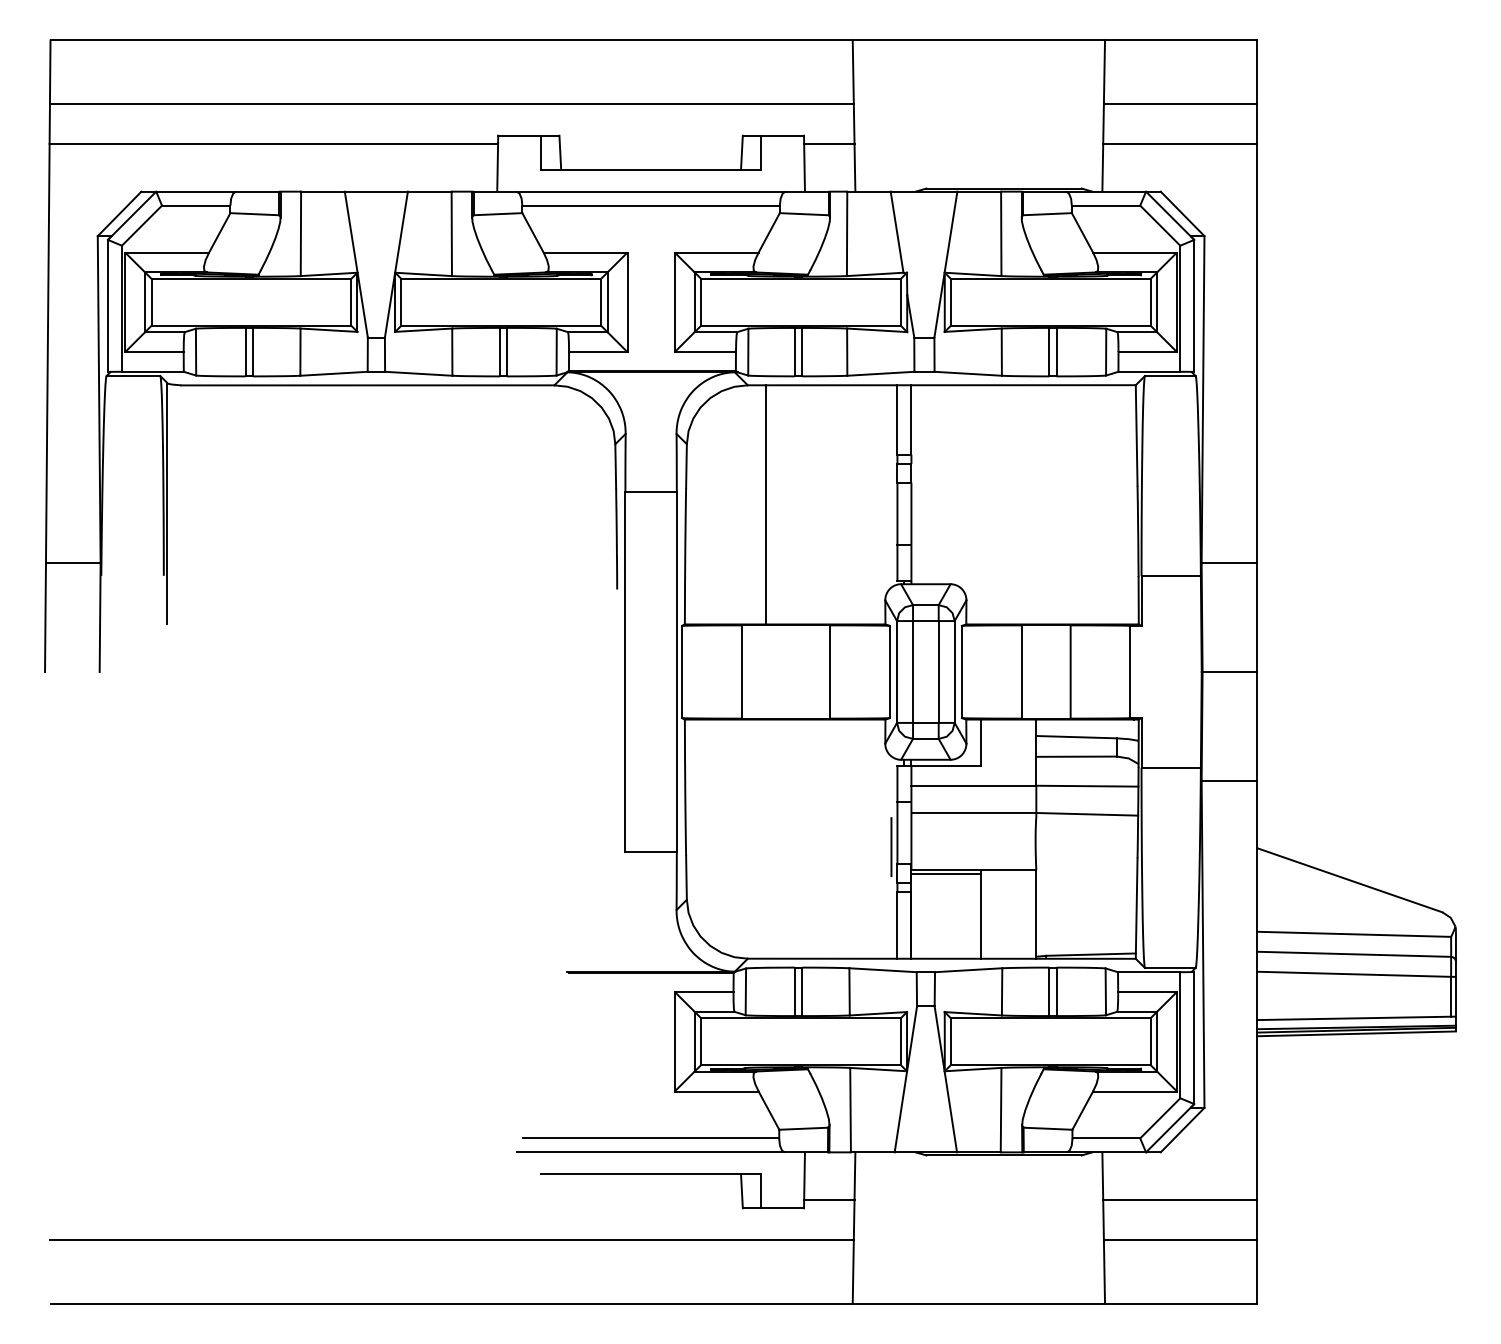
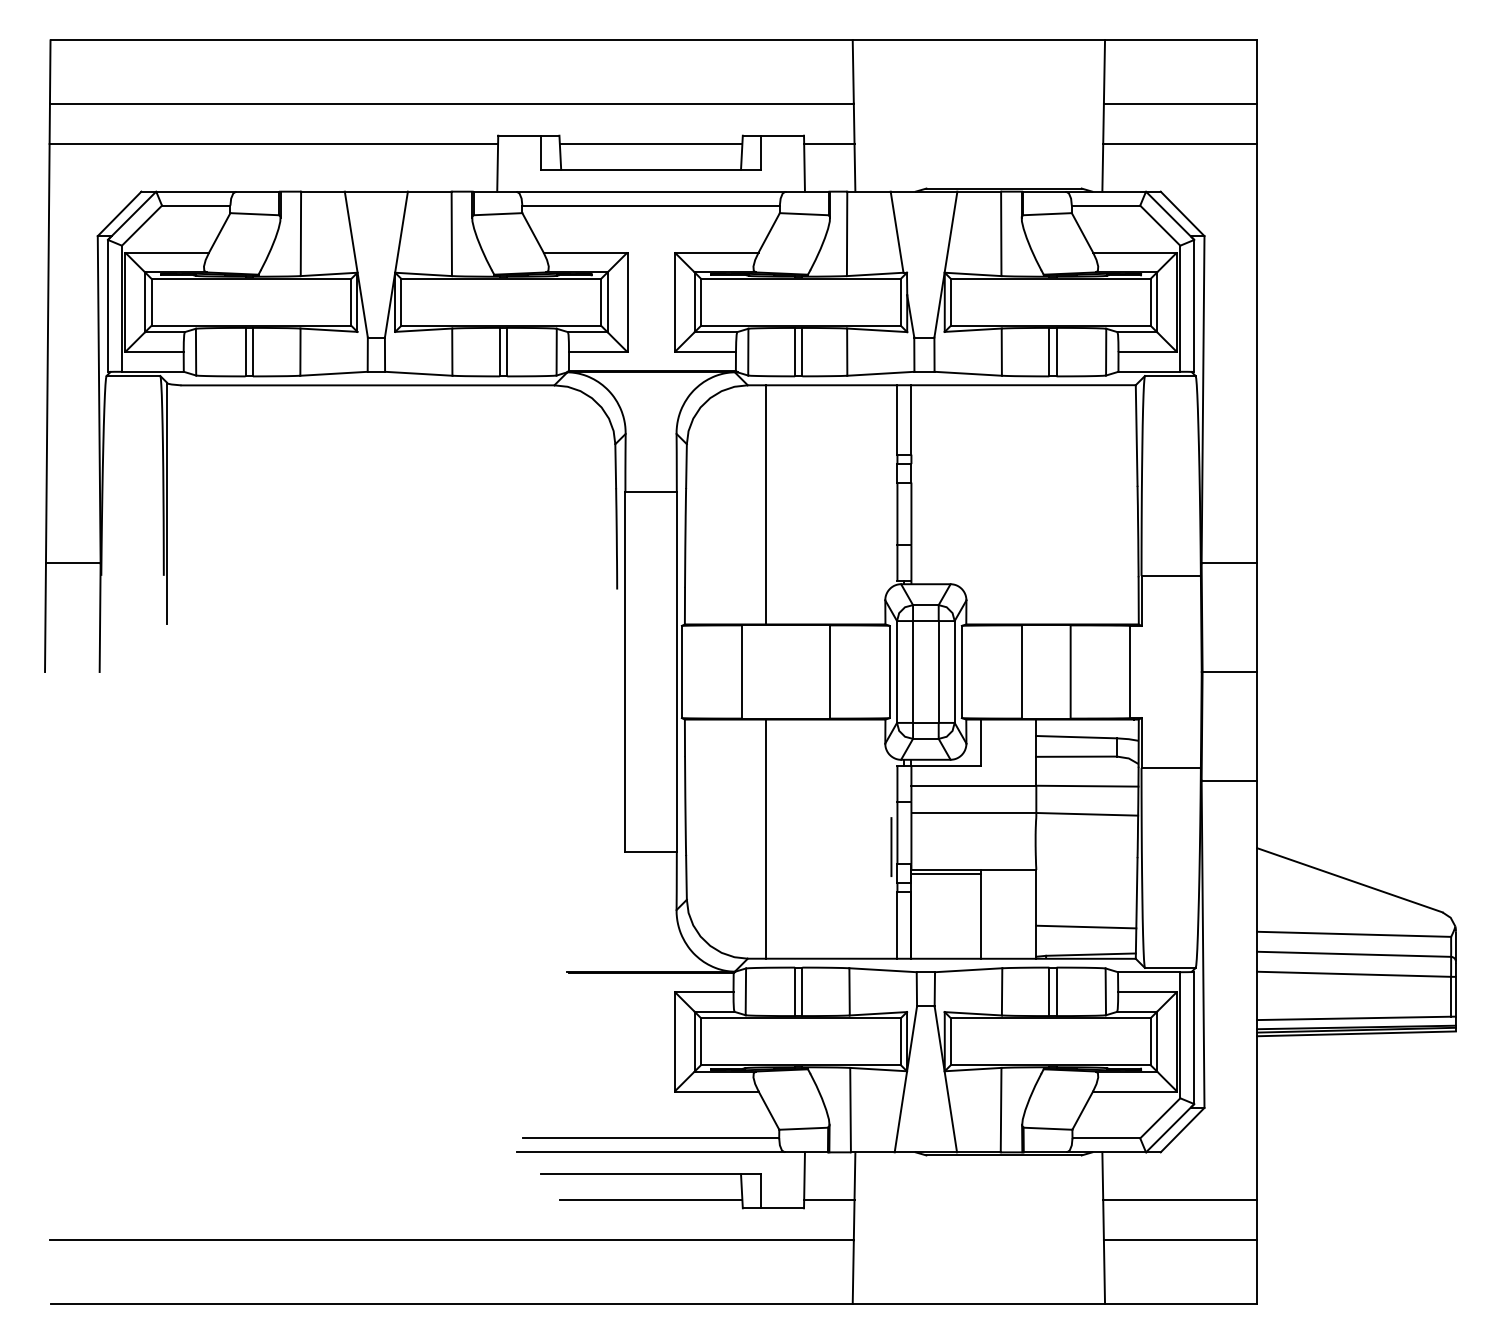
line at (650, 144): none -> present
line at (765, 838): none -> present
line at (1086, 926): none -> present
line at (650, 1200): none -> present
